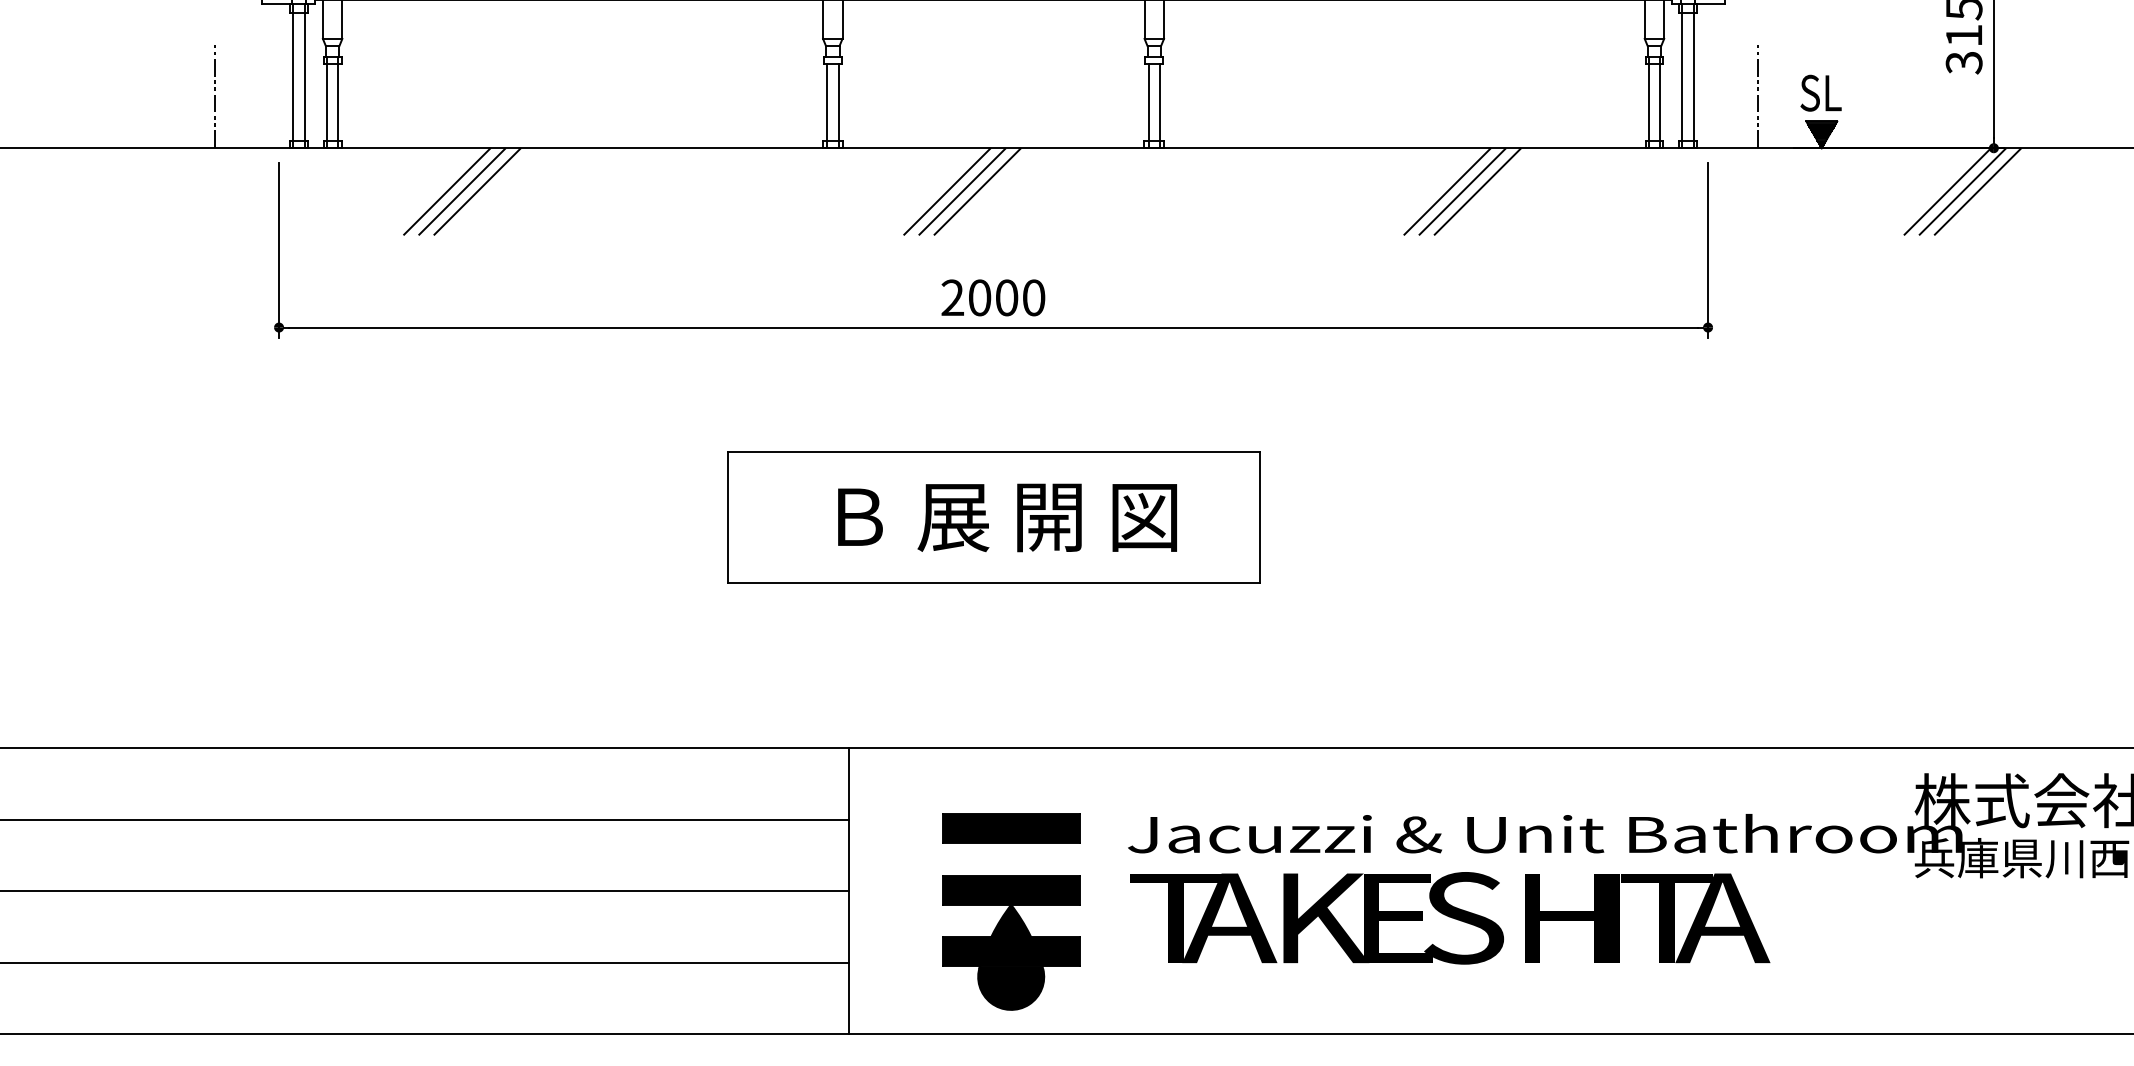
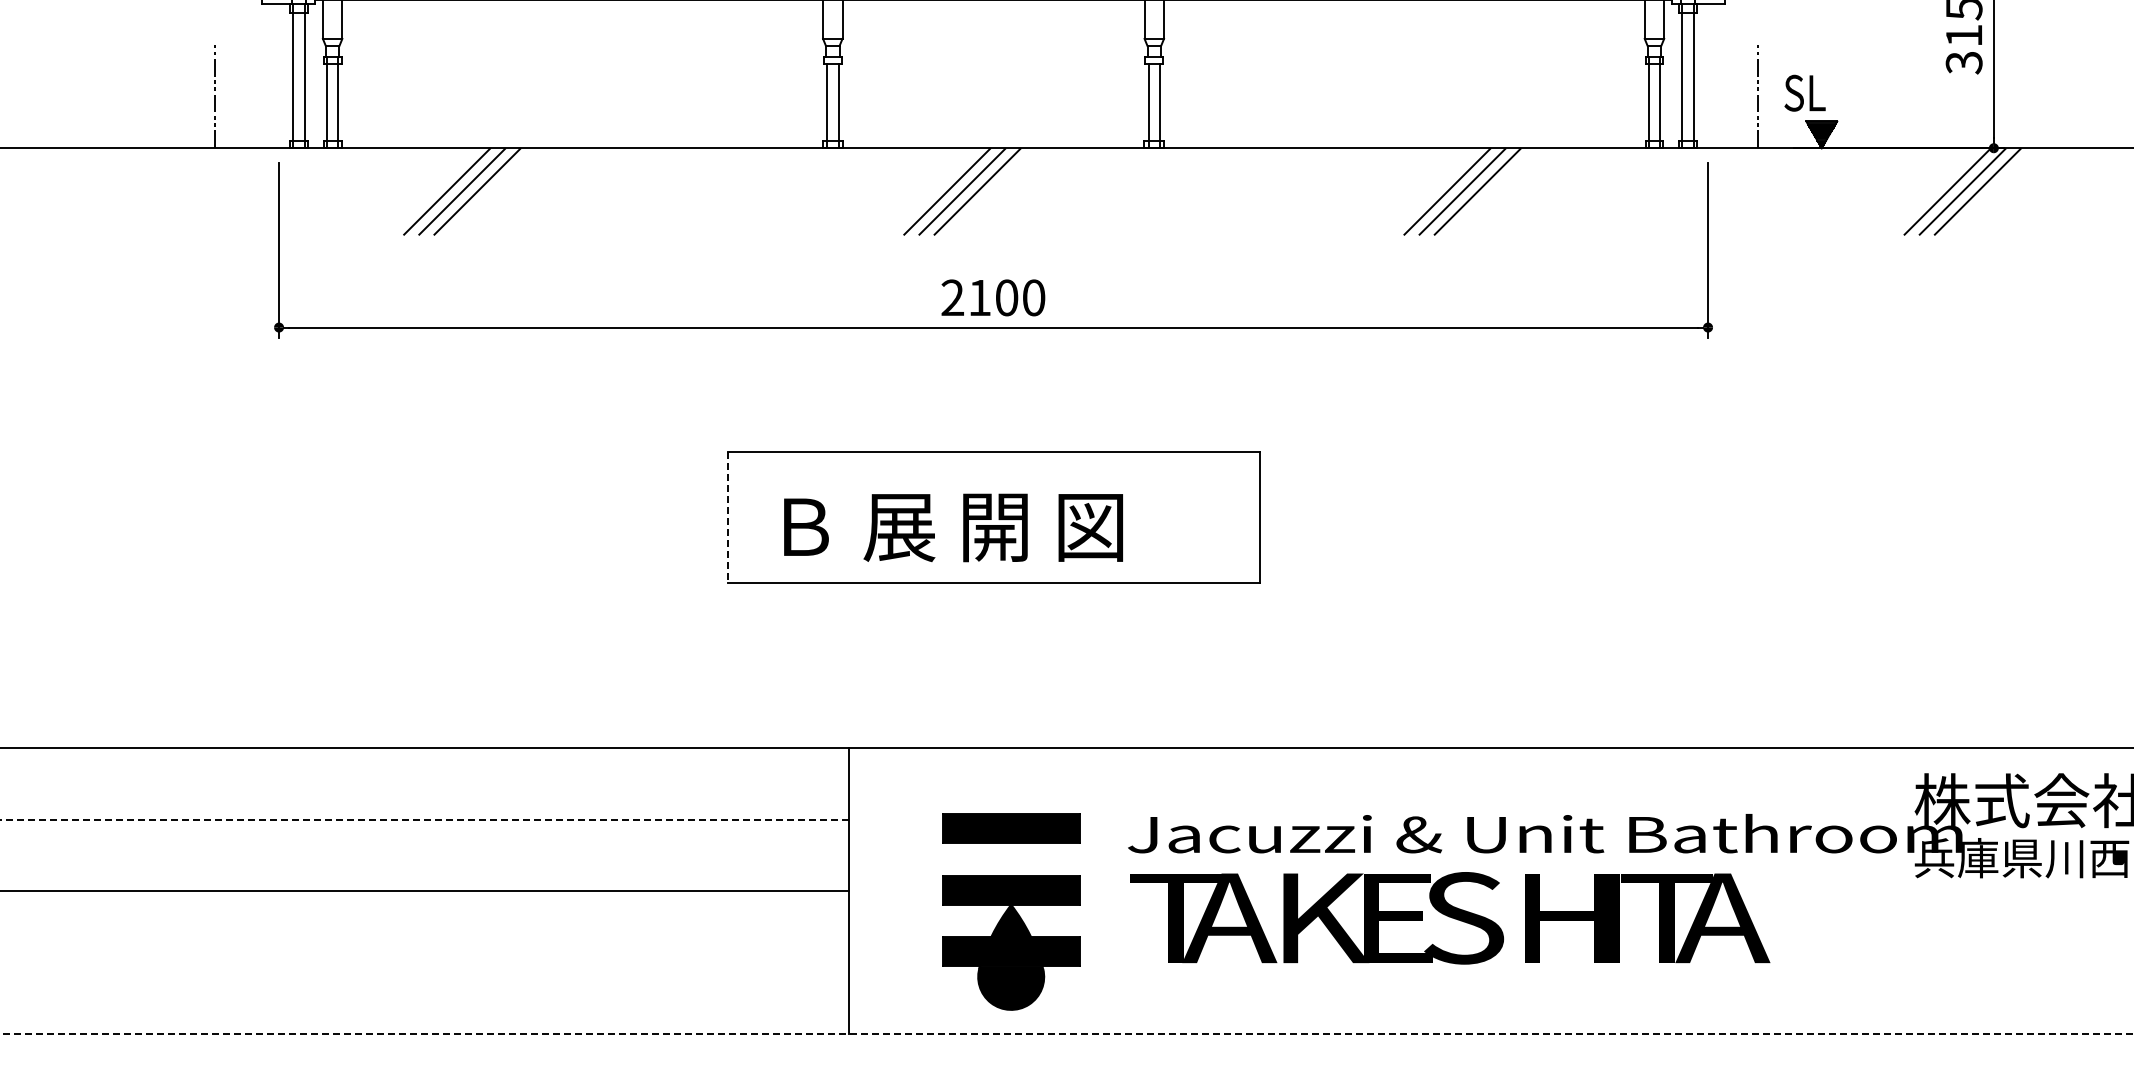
text at (1820, 92) position: (1820, 92) -> (1804, 92)
text at (980, 297): 2000 -> 2100
line at (727, 517): solid -> dashed
text at (1007, 517) position: (1007, 517) -> (953, 527)
line at (424, 819): solid -> dashed
line at (425, 962): present -> none
line at (1067, 1034): solid -> dashed
